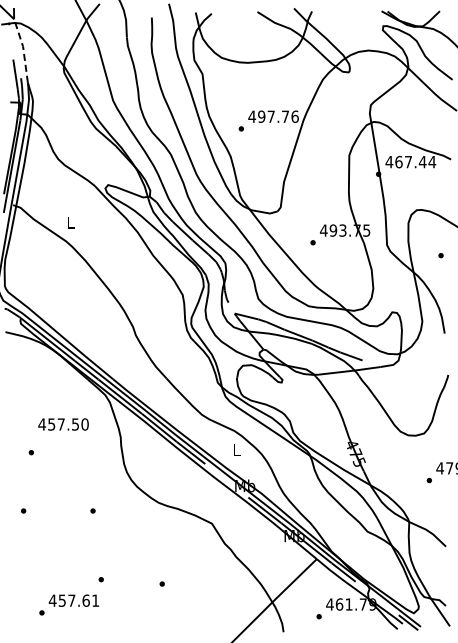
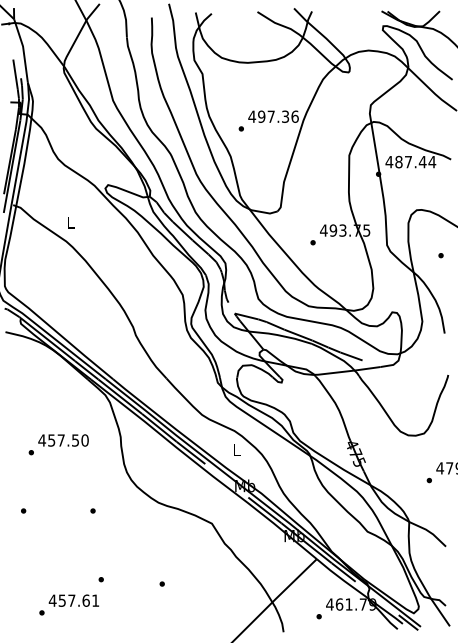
line at (23, 49): dashed -> solid
text at (285, 116): 497.76 -> 497.36
text at (398, 161): 467.44 -> 487.44
text at (63, 424) position: (63, 424) -> (63, 440)
